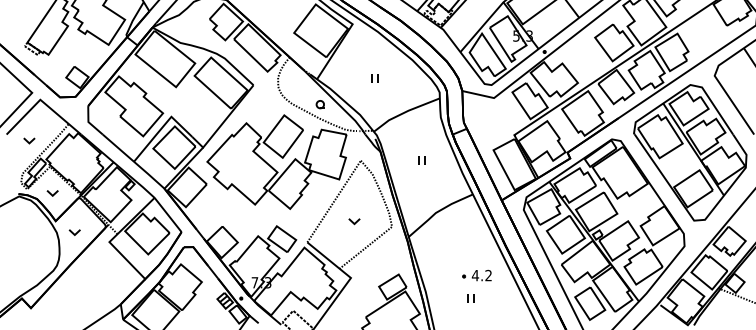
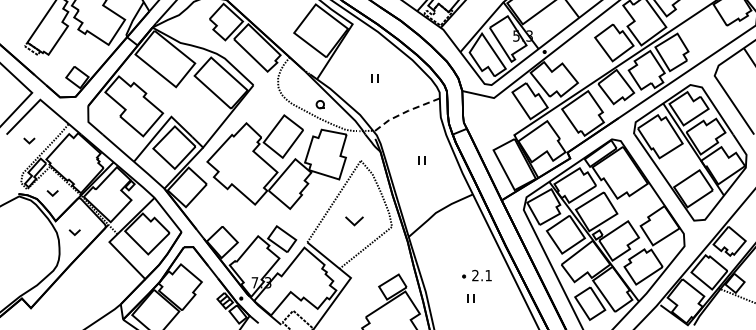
line at (405, 112): solid -> dashed
part at (354, 221) size: 13x8 px -> 19x11 px
text at (481, 275): 4.2 -> 2.1
